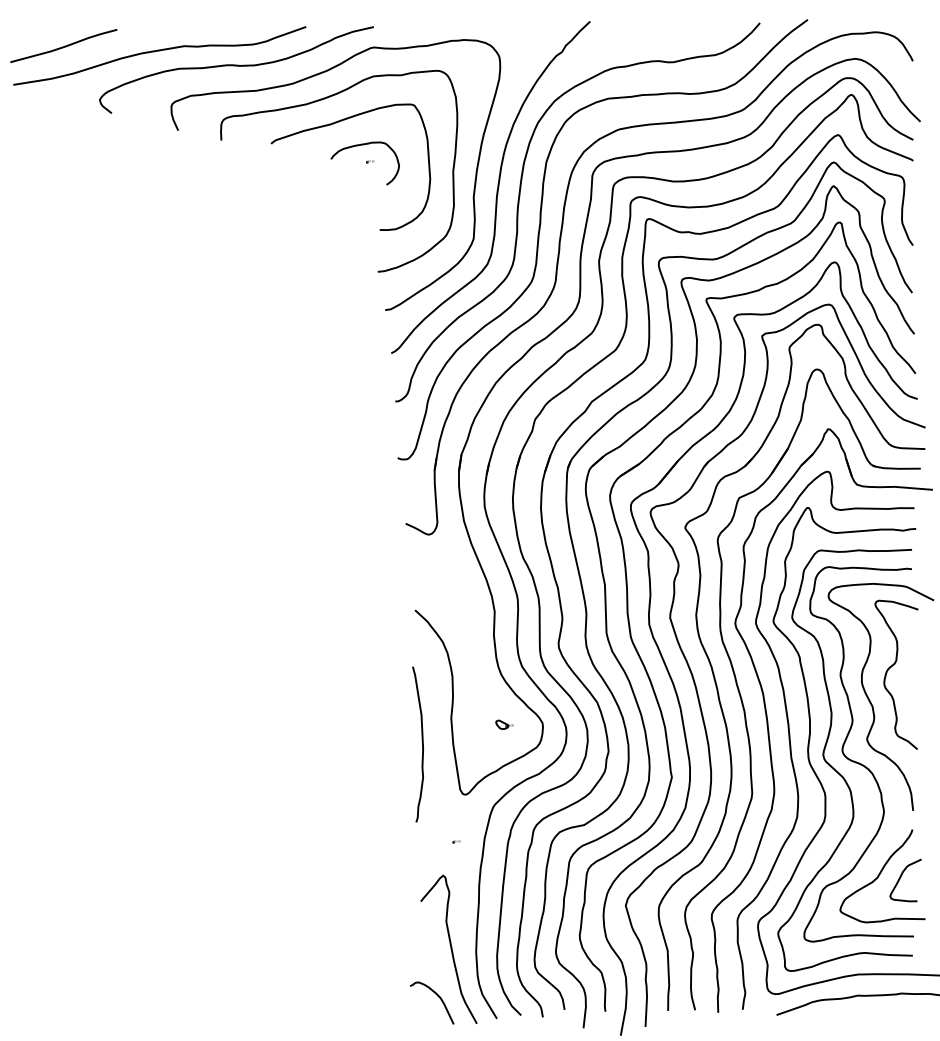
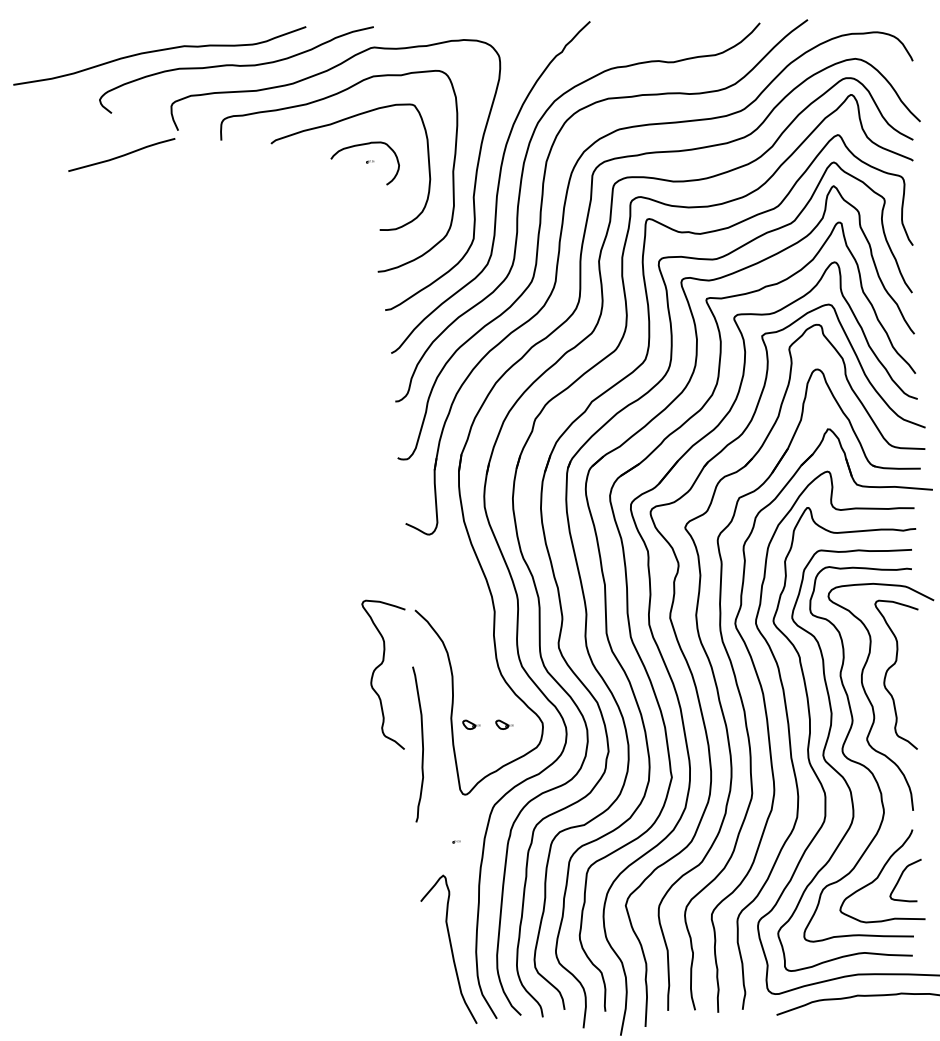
curve at (64, 45) position: (64, 45) -> (122, 154)
curve at (377, 668): none -> present
part at (471, 724): none -> present
curve at (437, 996): present -> none
